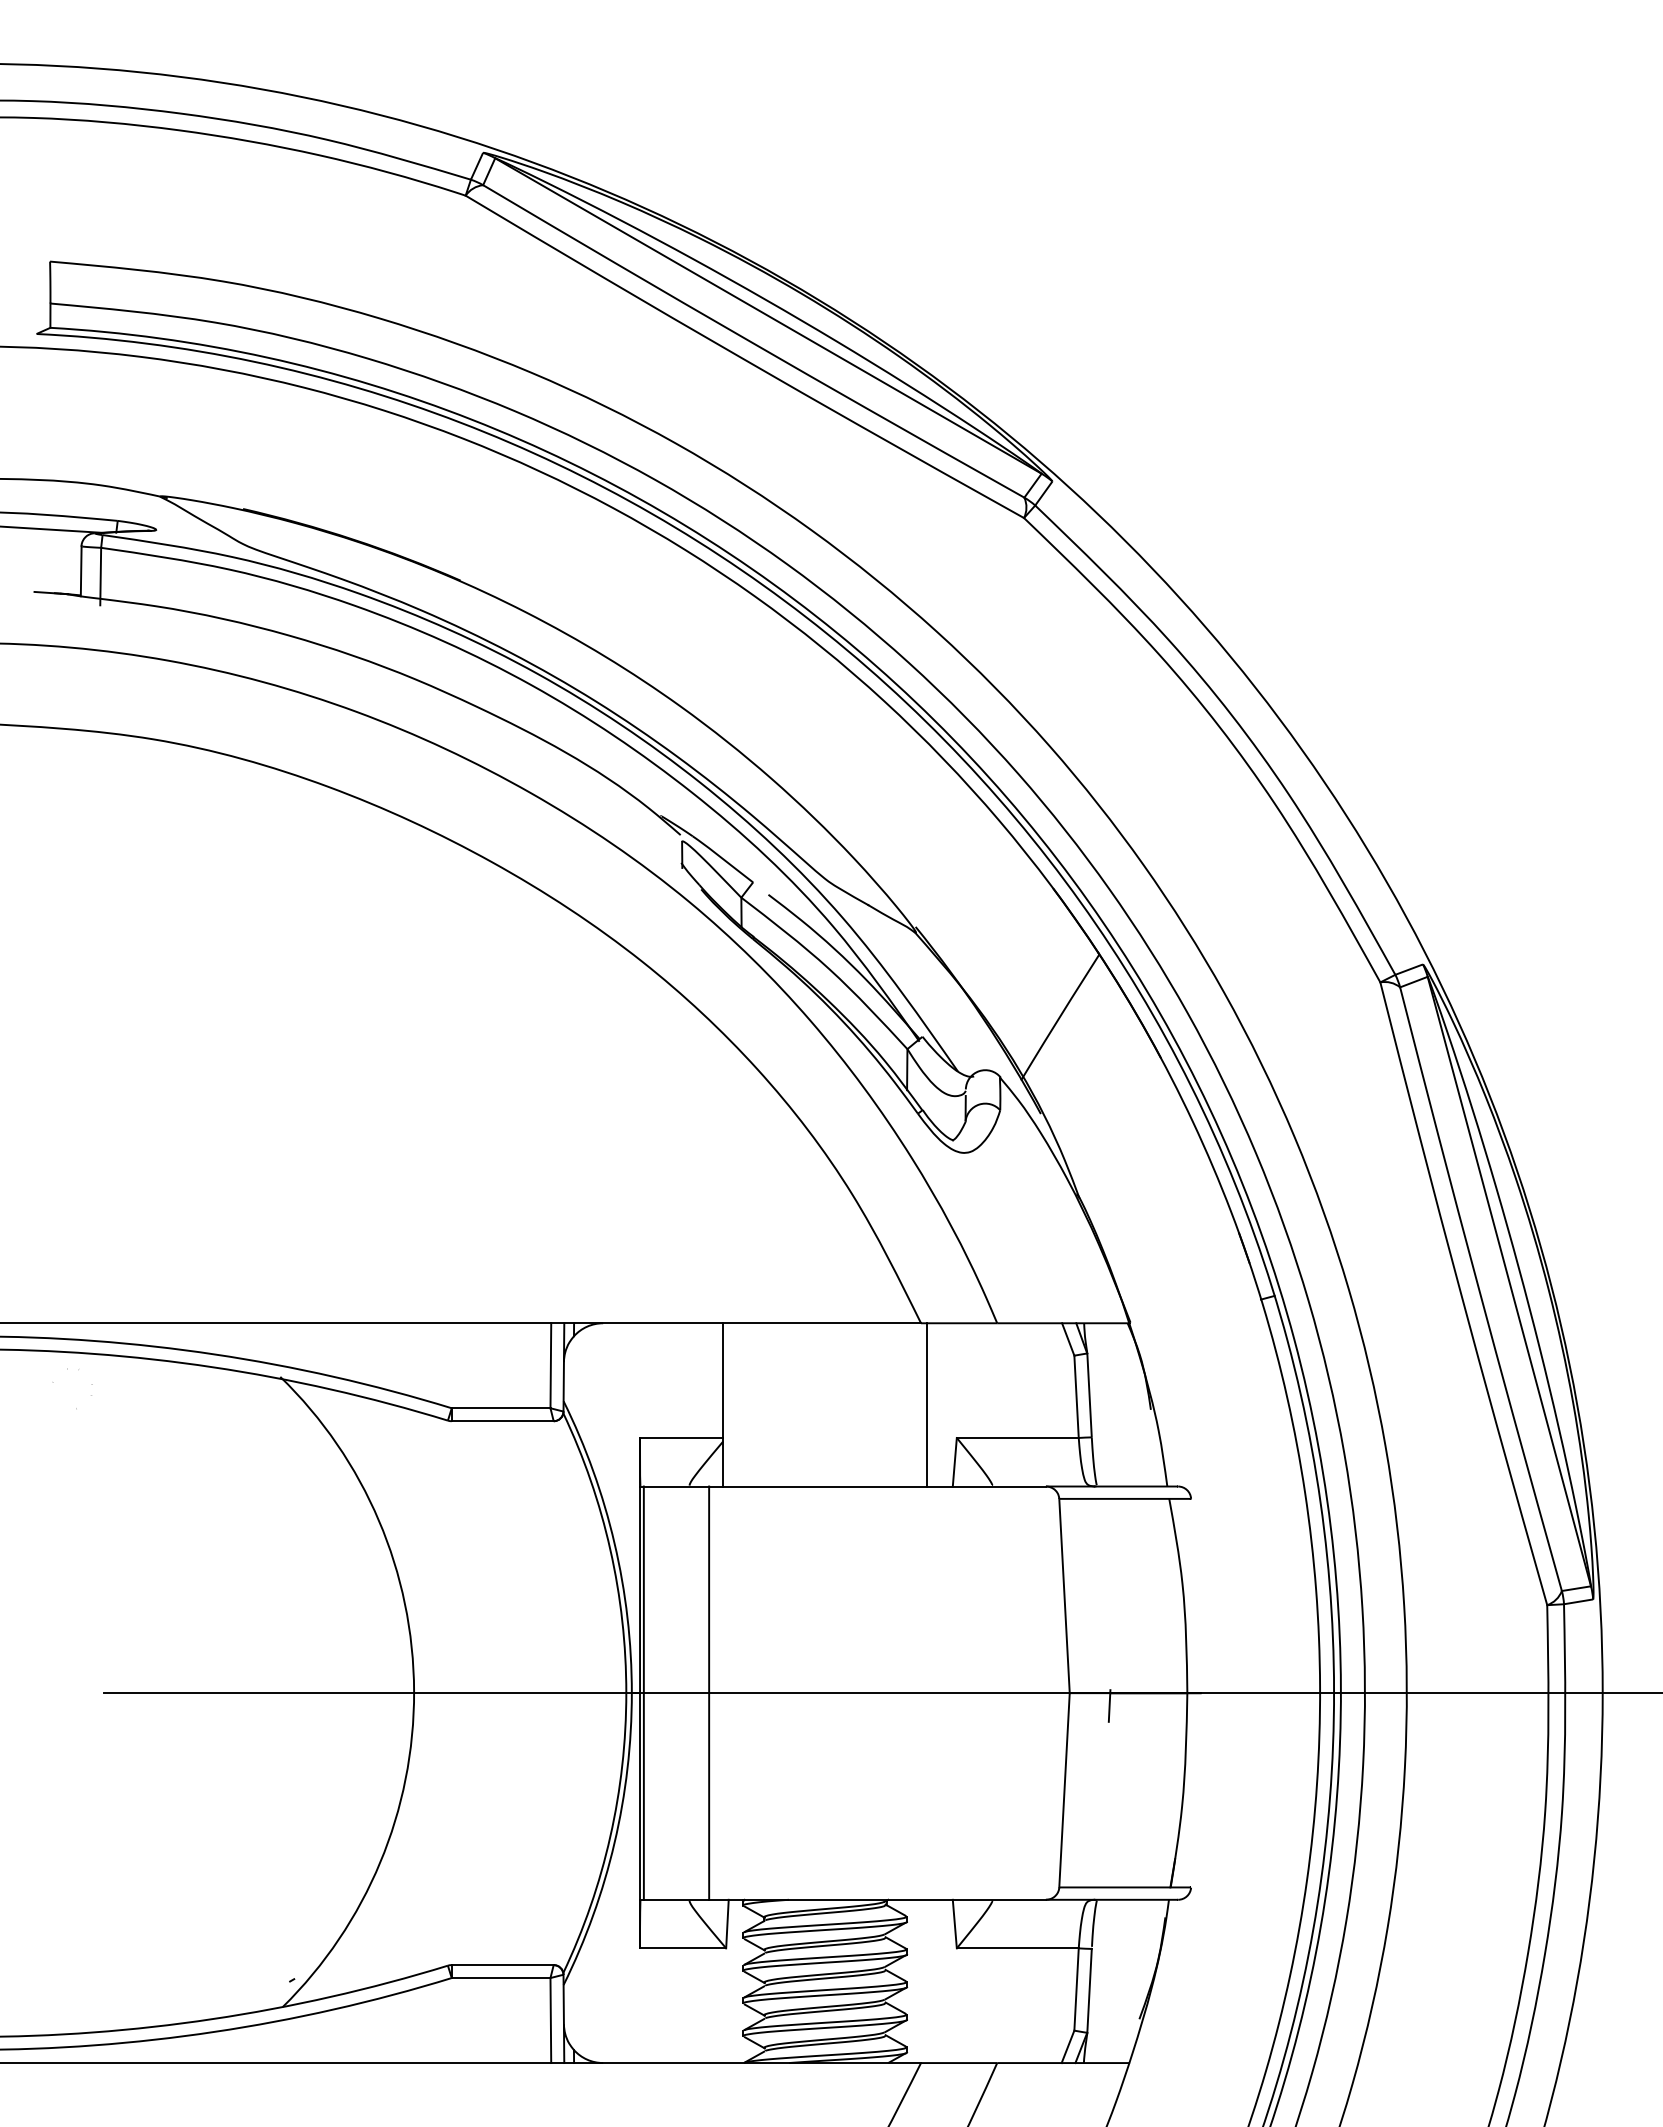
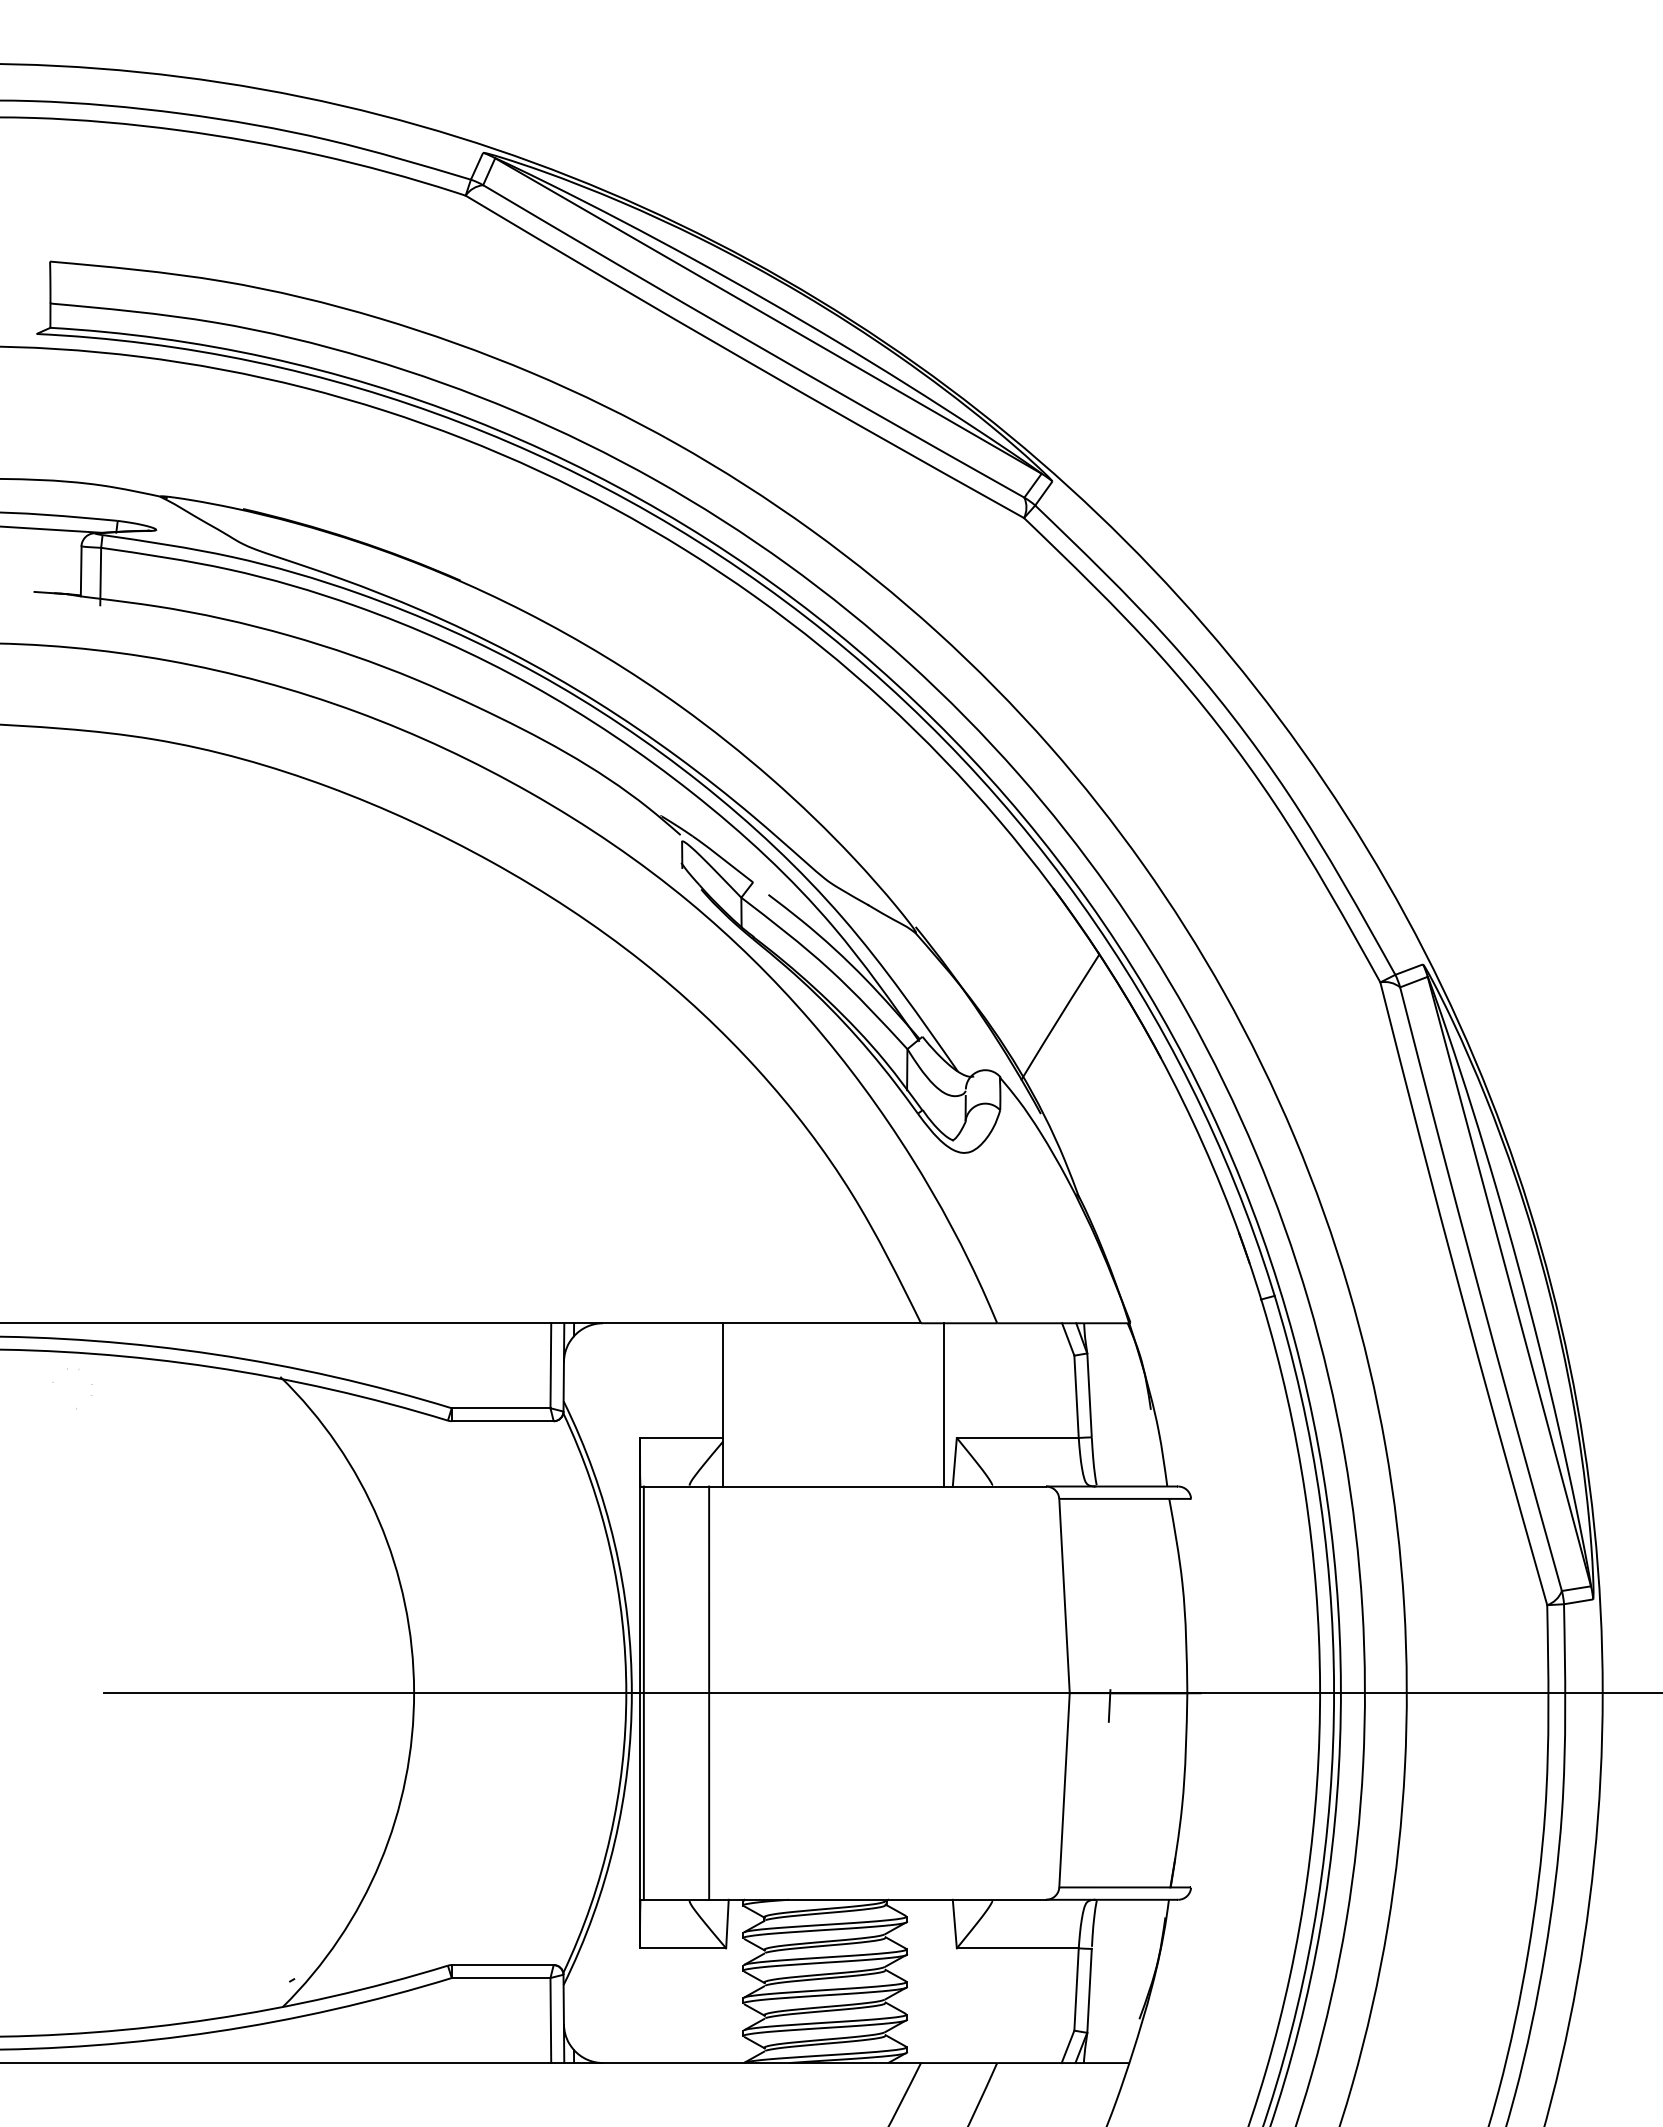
line at (926, 1404) position: (926, 1404) -> (943, 1404)
